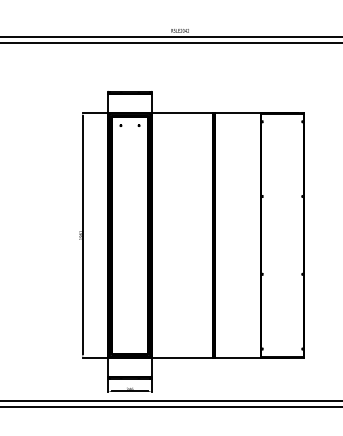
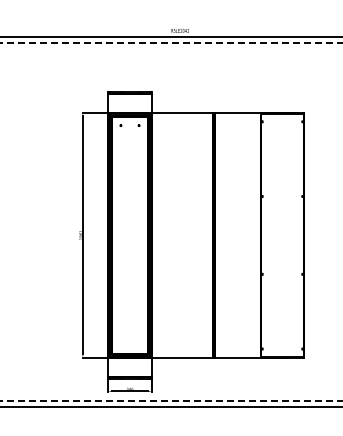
line at (171, 43): solid -> dashed
line at (171, 400): solid -> dashed
